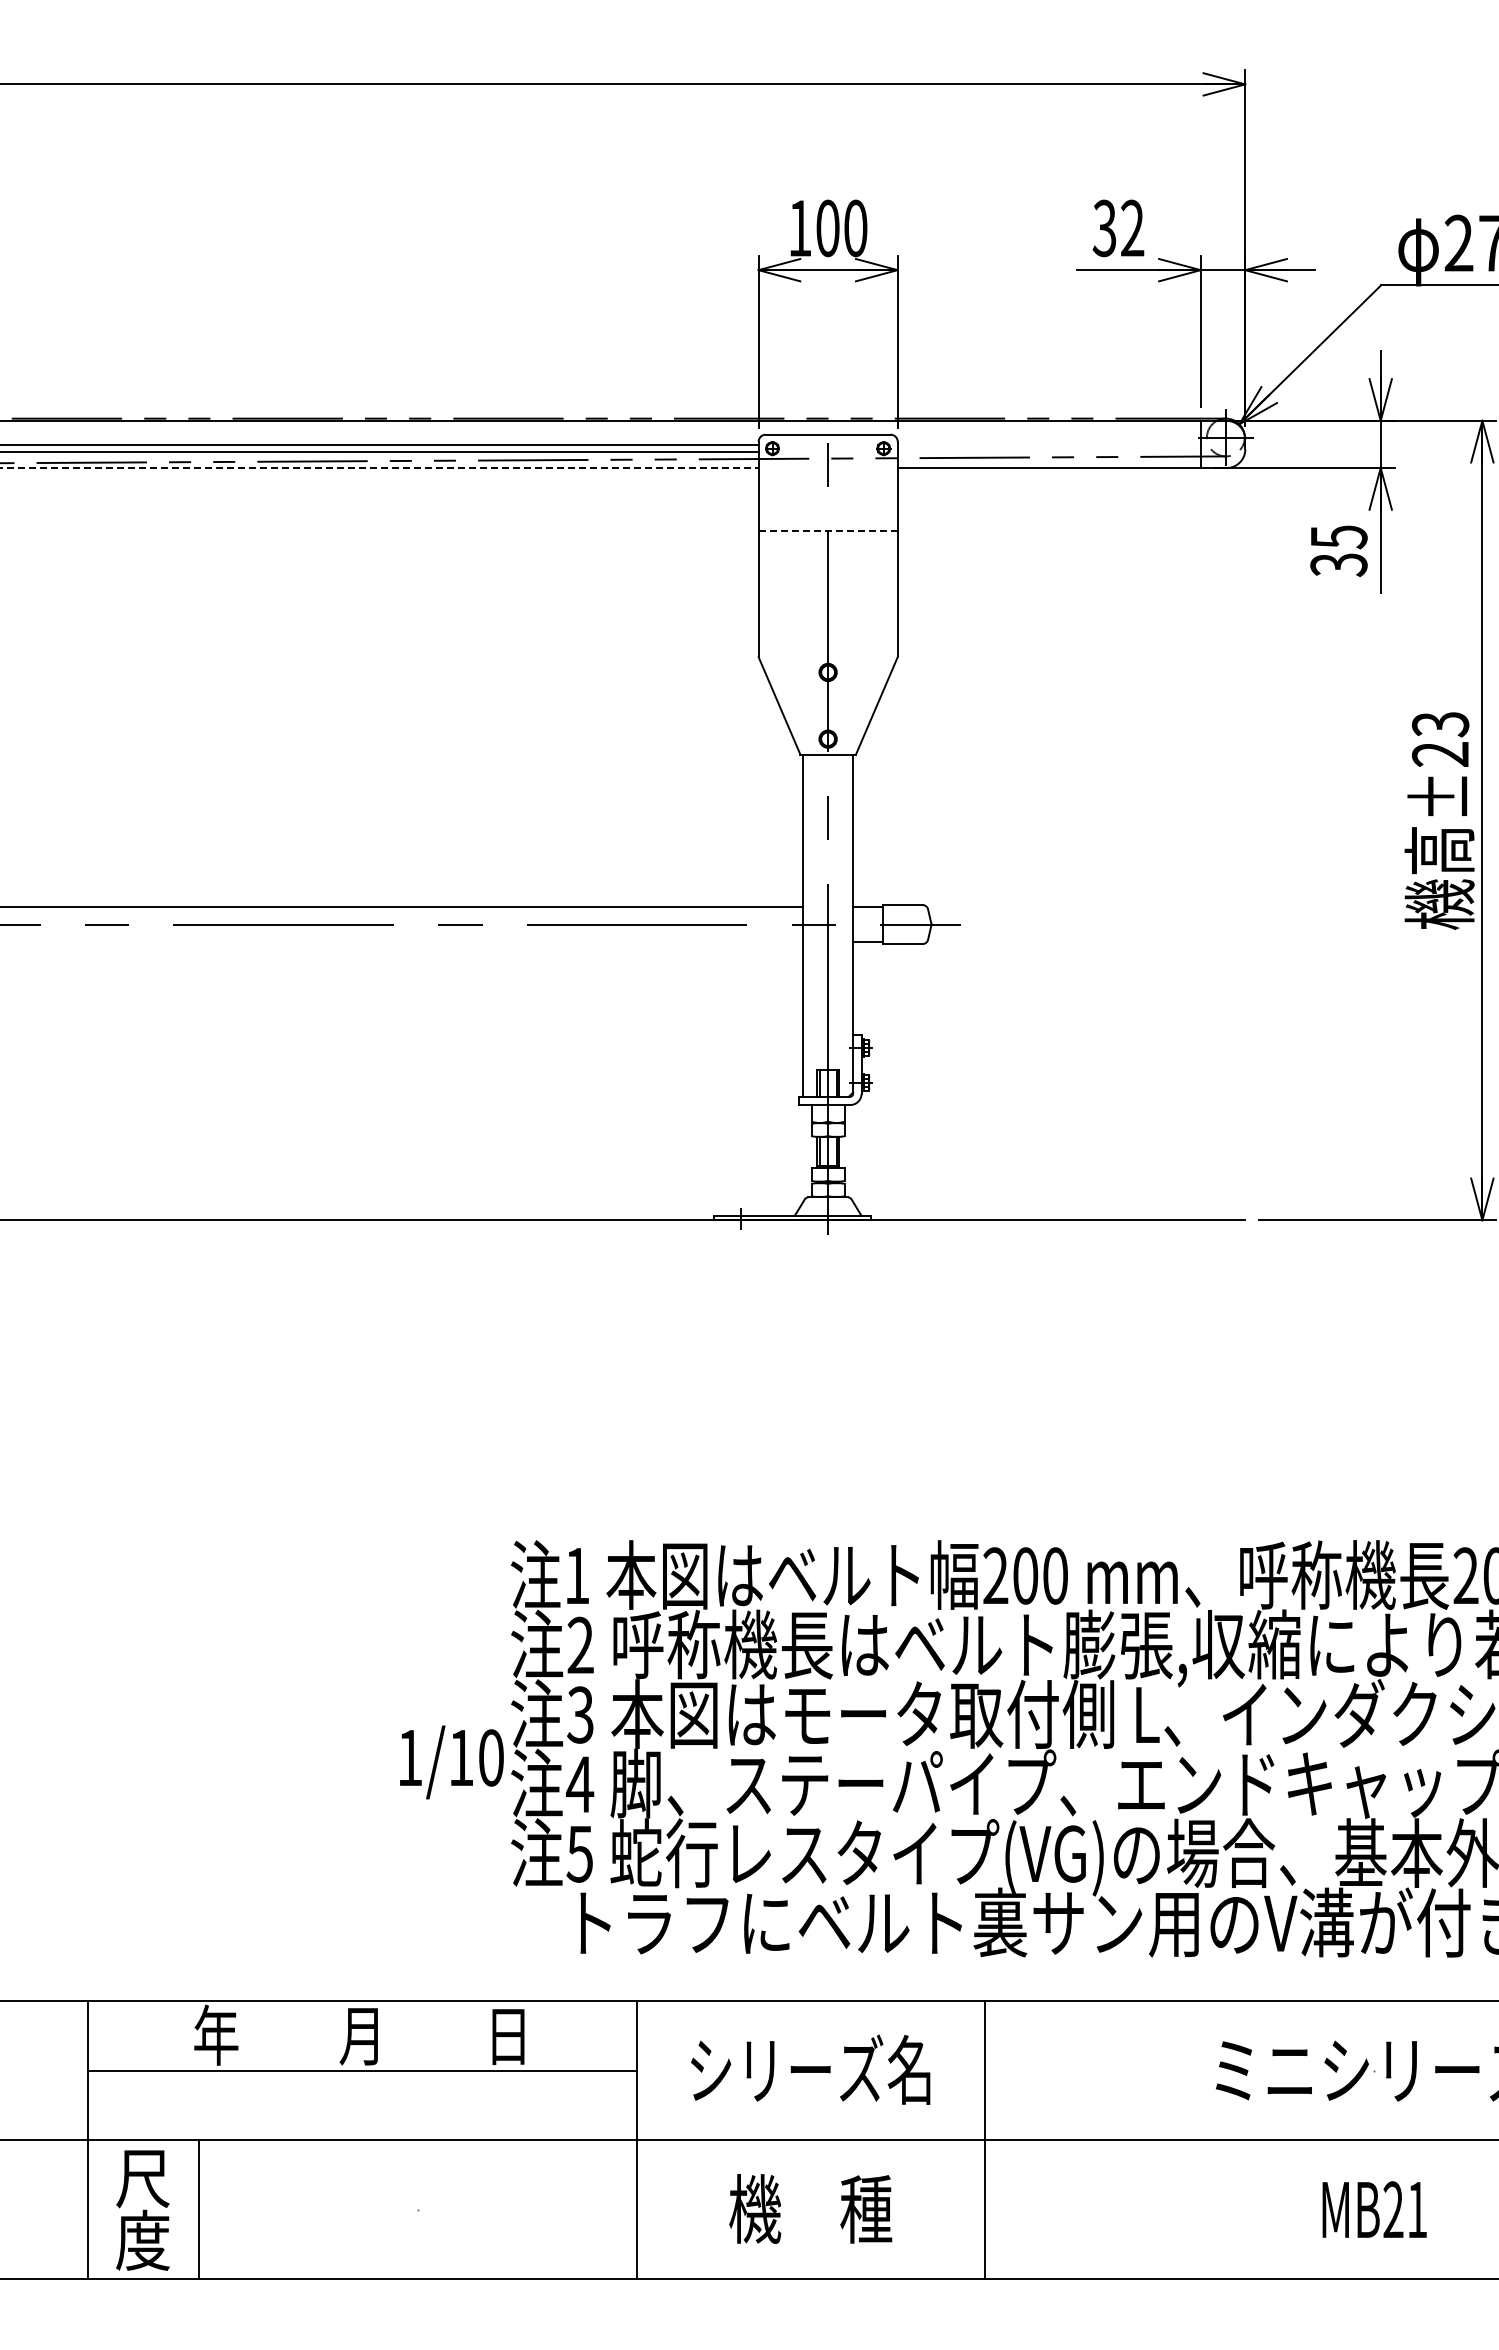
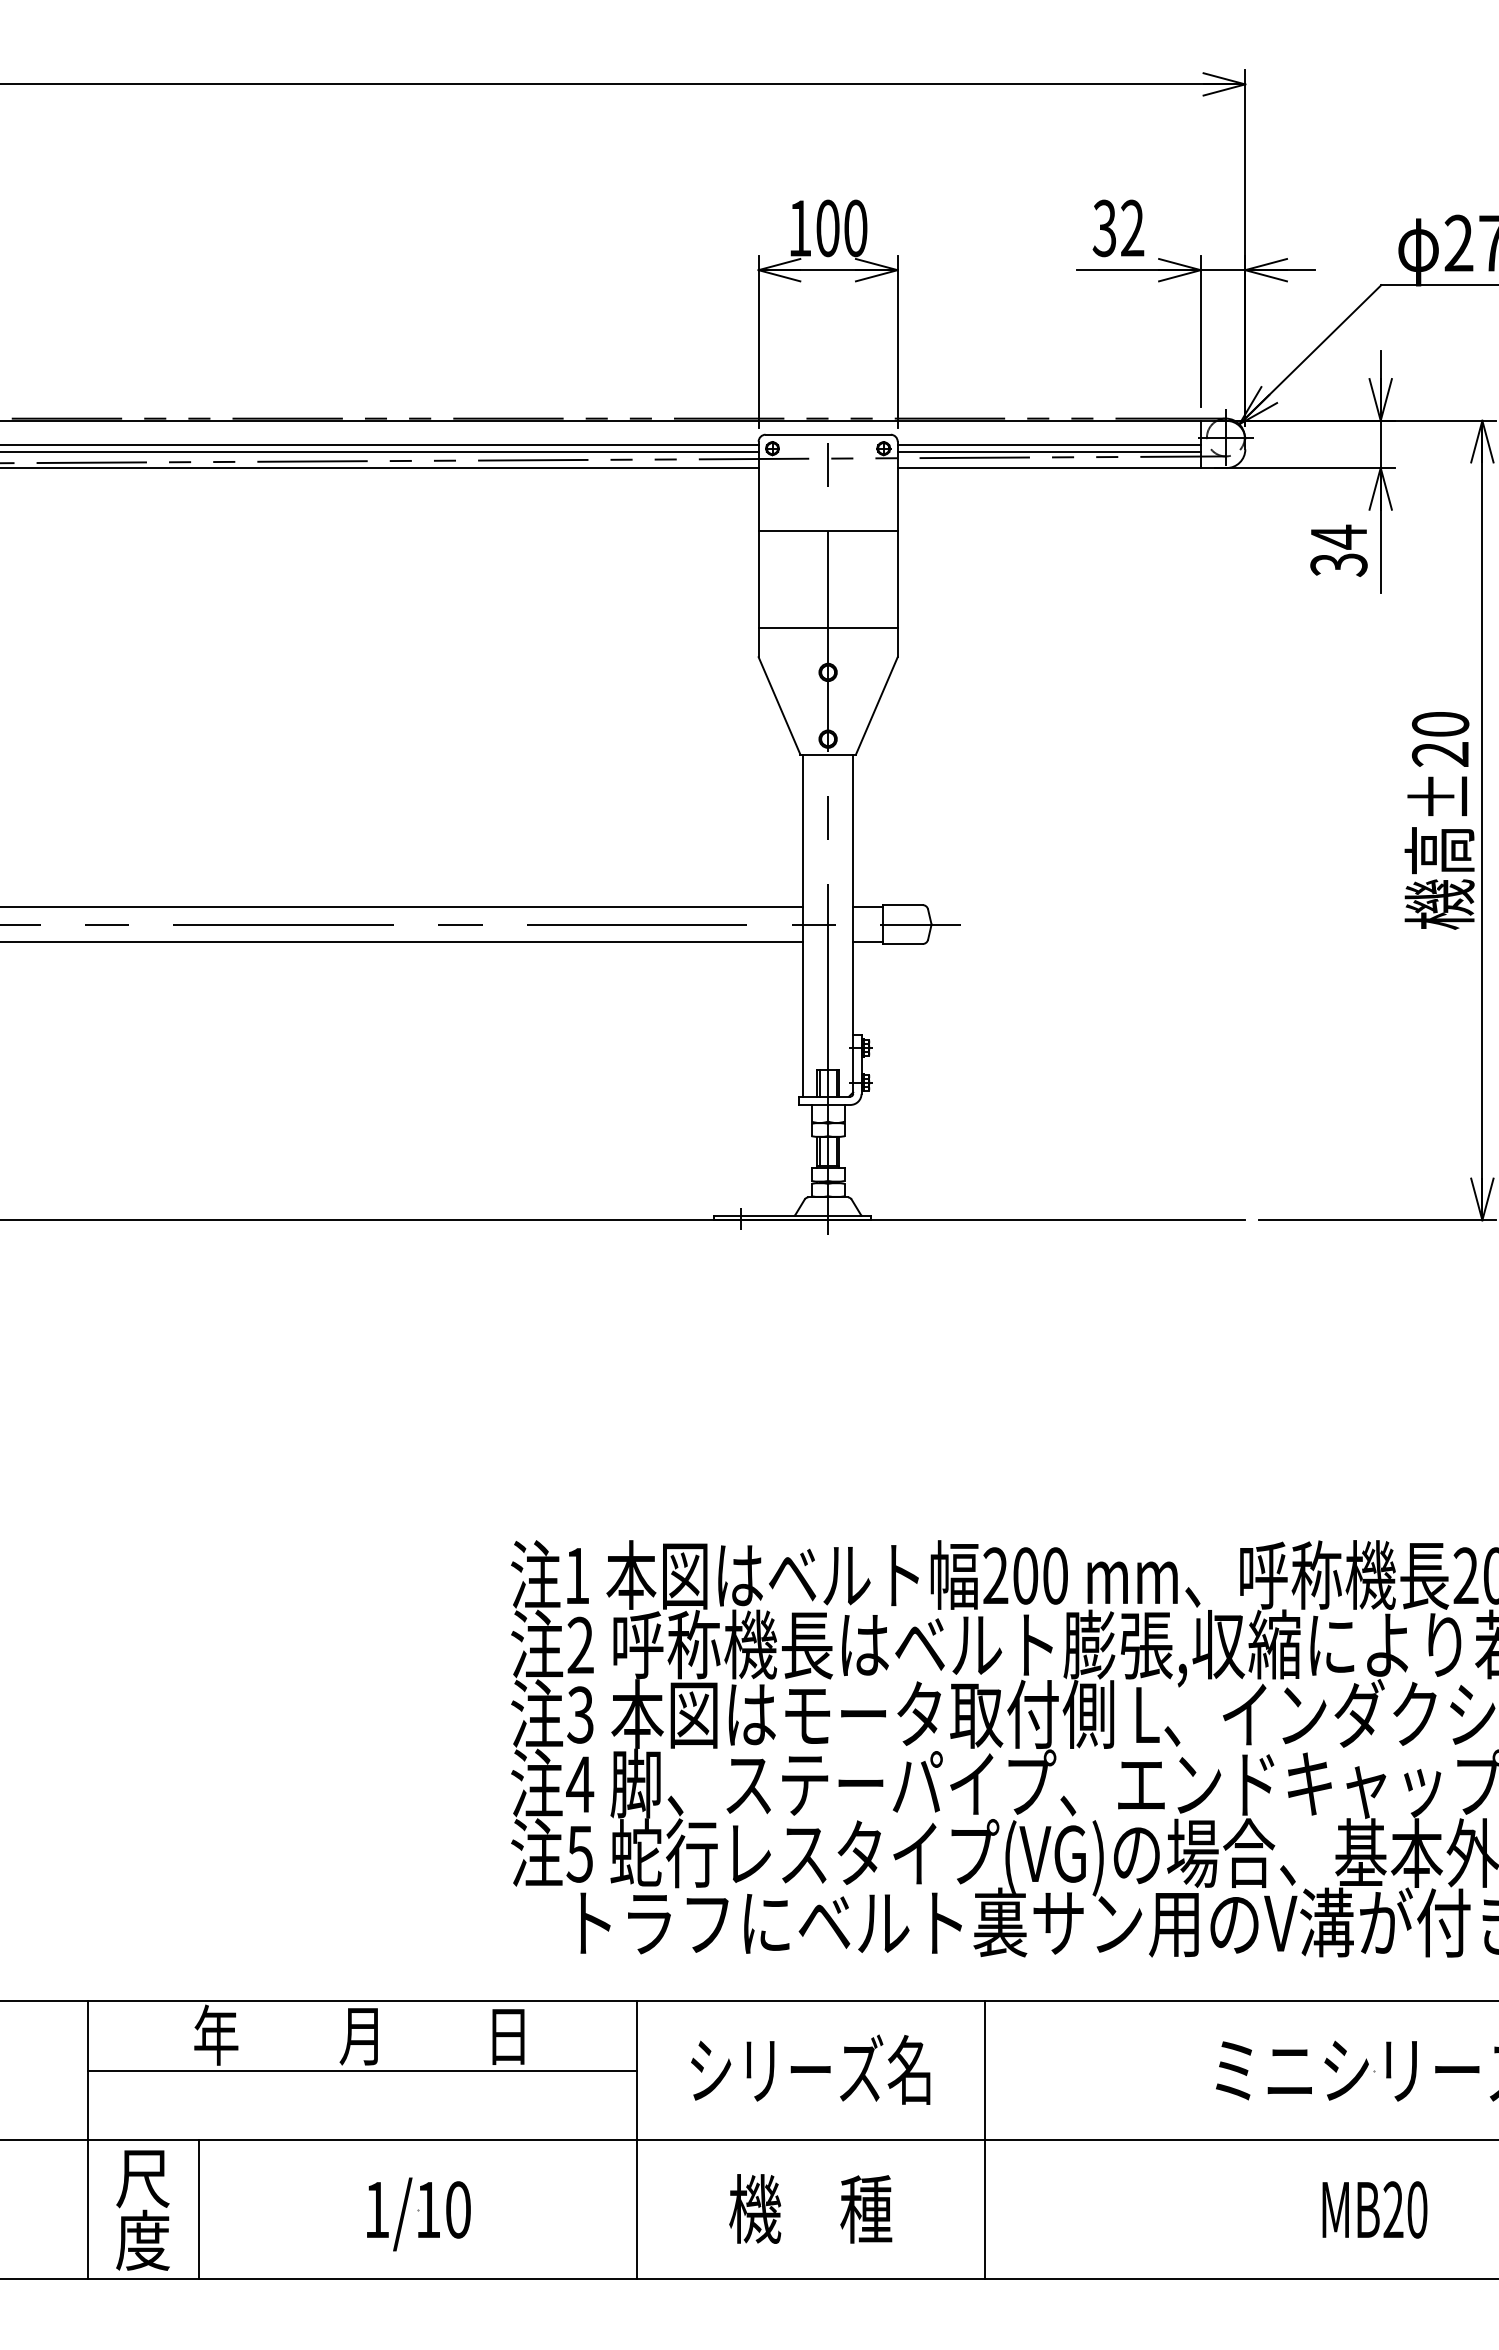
line at (1048, 444): none -> present
line at (1048, 452): none -> present
line at (379, 468): dashed -> solid
line at (828, 530): dashed -> solid
text at (1339, 536): 35 -> 34
line at (827, 628): none -> present
text at (1440, 724): ±23 -> ±20
line at (402, 942): none -> present
text at (451, 1762) position: (451, 1762) -> (418, 2214)
text at (1417, 2209): MB21 -> MB20
